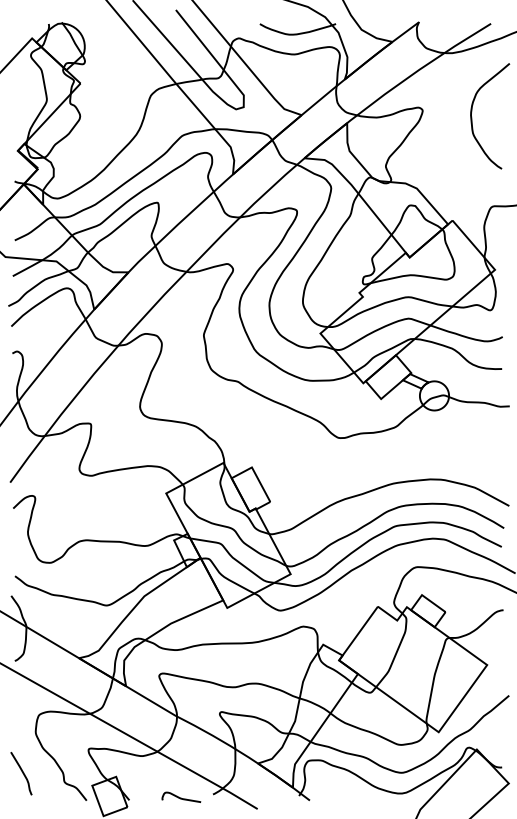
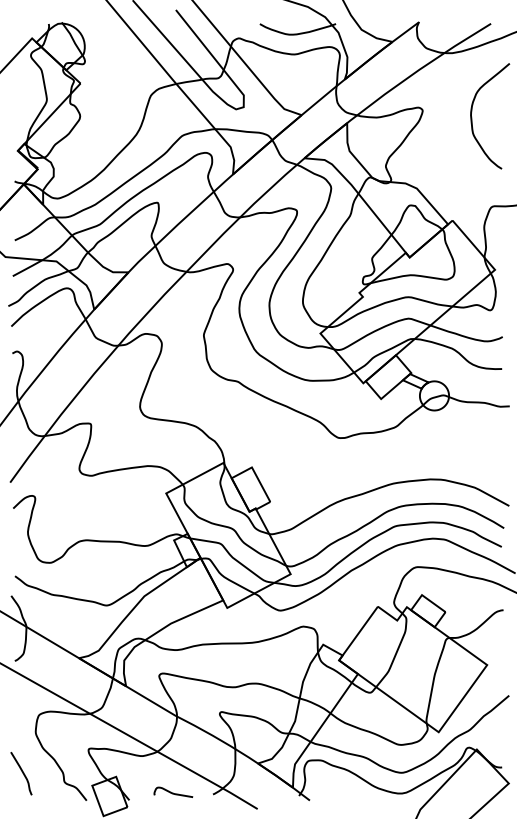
curve at (181, 797) position: (181, 797) -> (173, 792)
